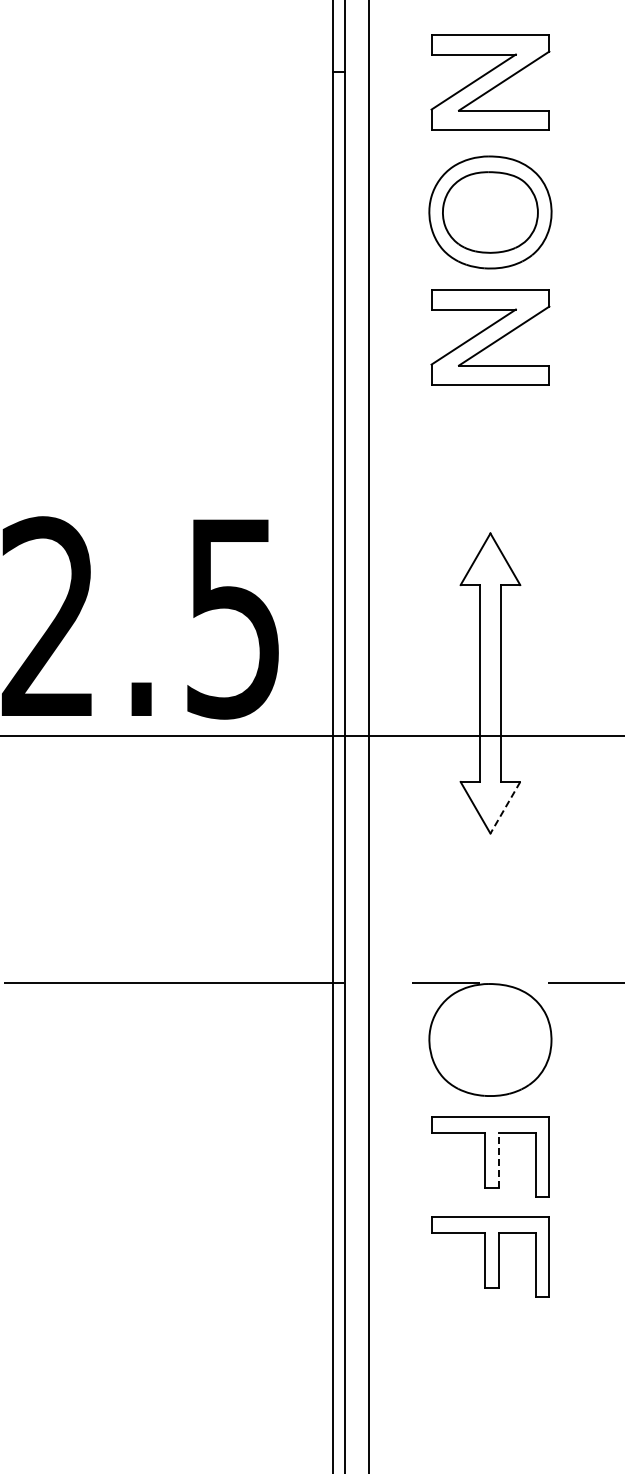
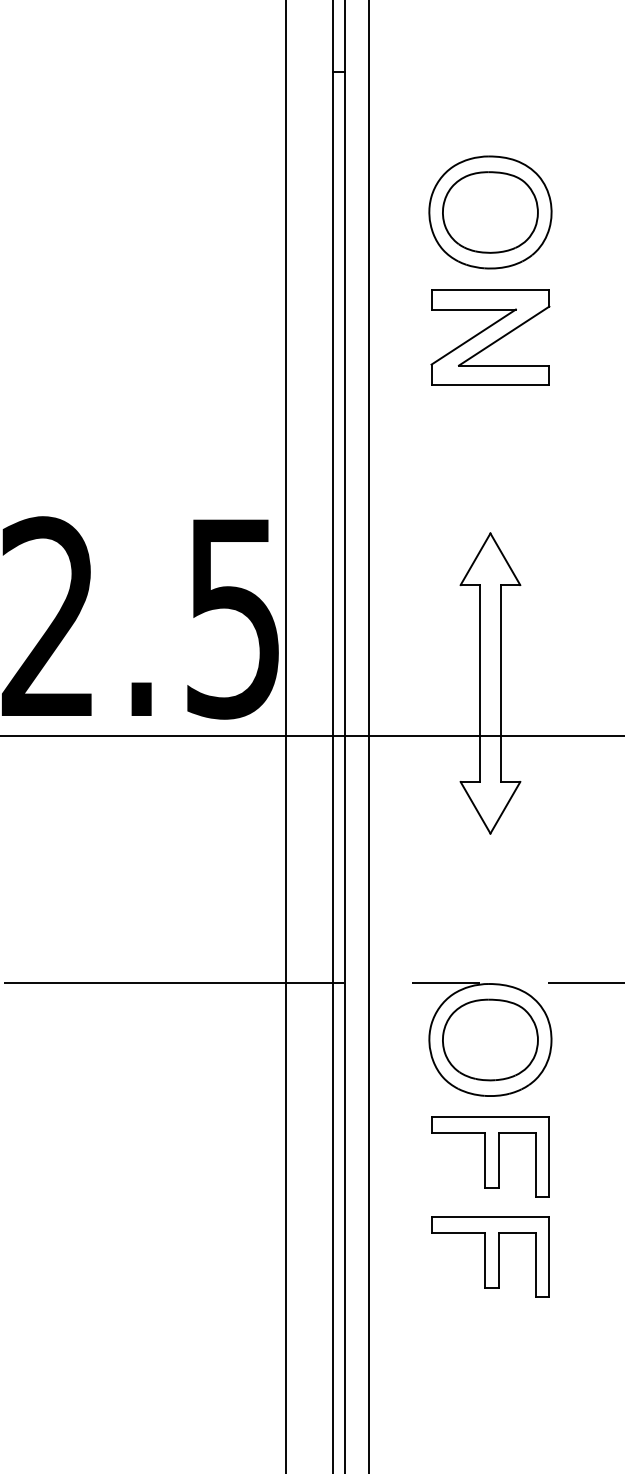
part at (490, 82): present -> none
line at (286, 736): none -> present
line at (505, 807): dashed -> solid
part at (490, 1039): none -> present
line at (498, 1160): dashed -> solid
